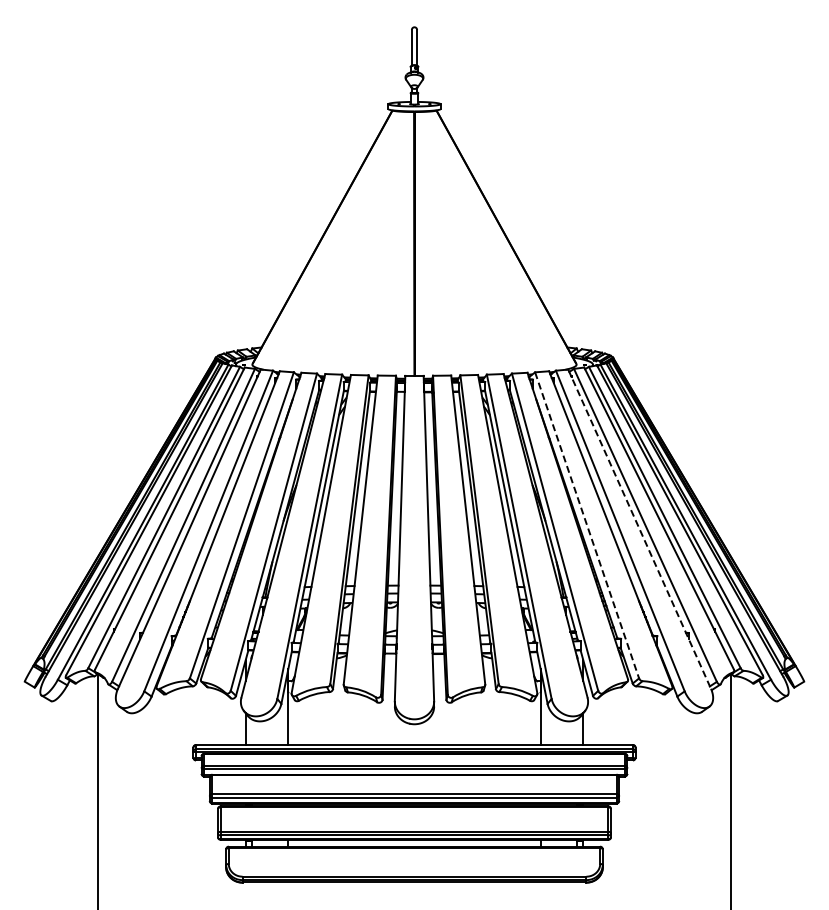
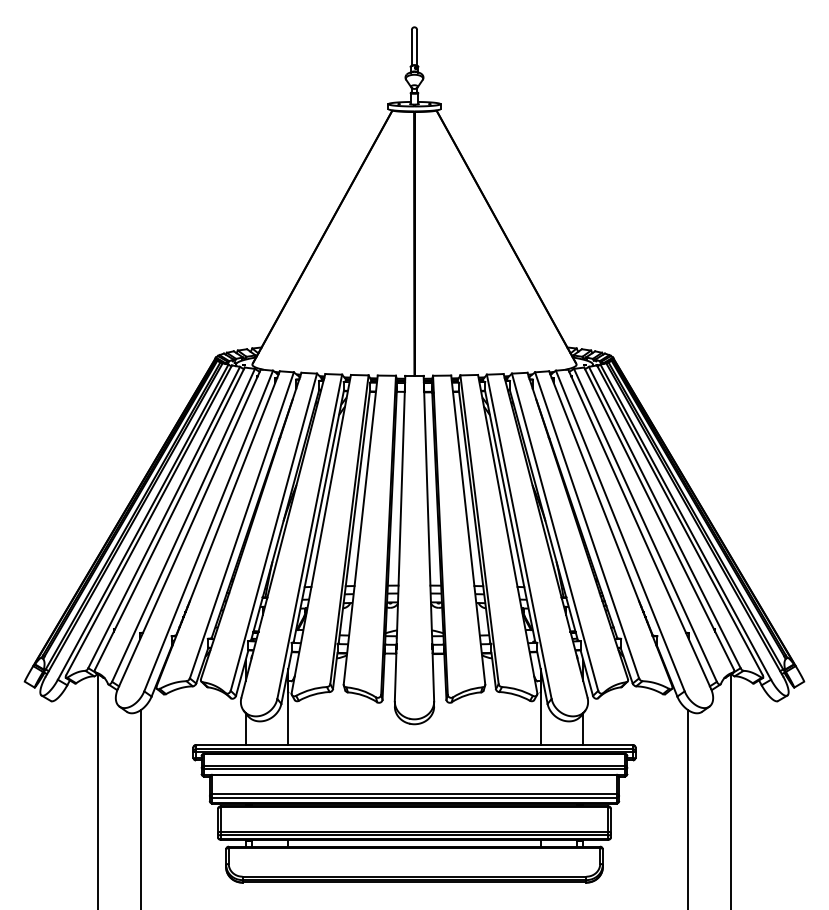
line at (587, 525): dashed -> solid
line at (639, 529): dashed -> solid
line at (141, 808): none -> present
line at (687, 808): none -> present
